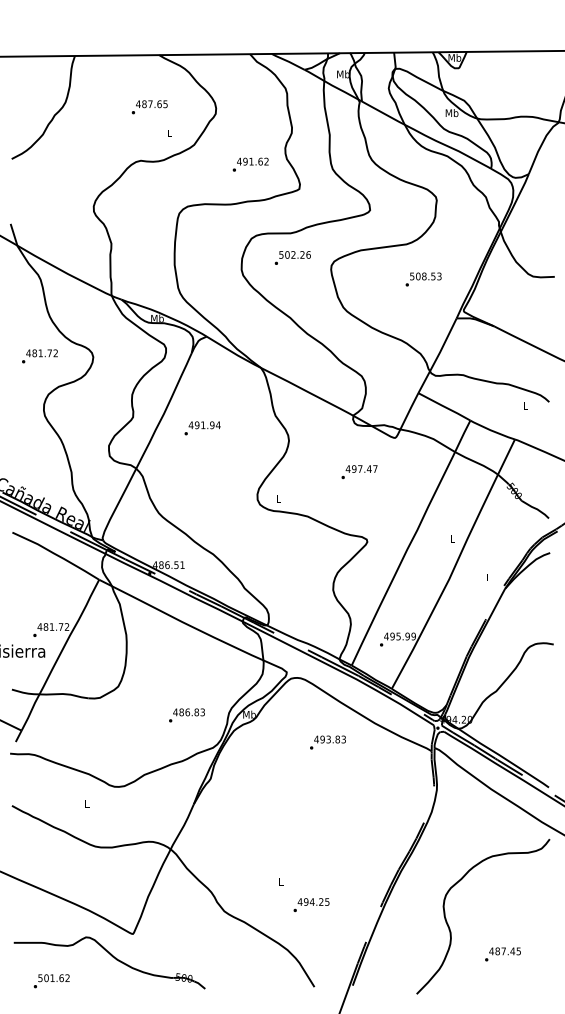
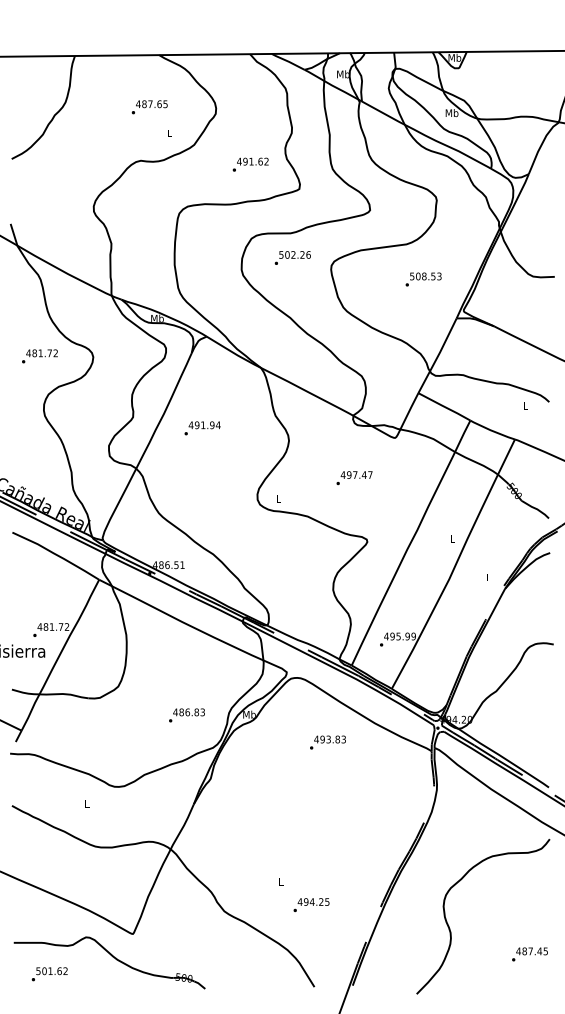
text at (359, 472) position: (359, 472) -> (354, 478)
text at (502, 954) position: (502, 954) -> (529, 954)
text at (51, 981) position: (51, 981) -> (49, 974)
